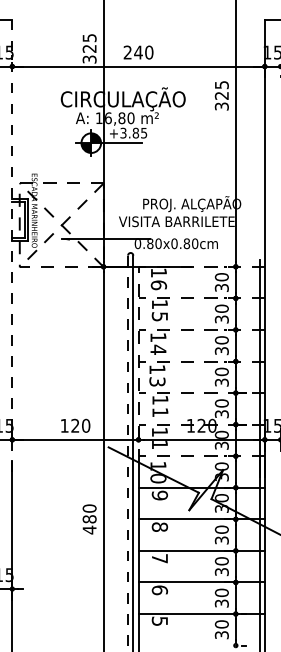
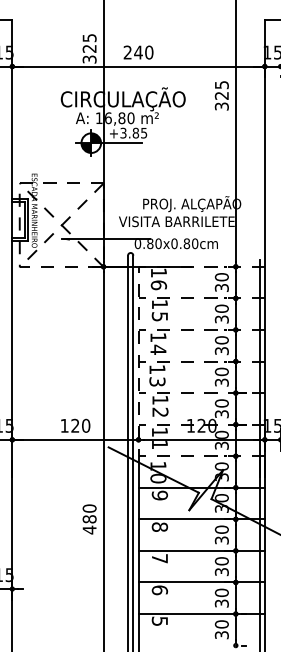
line at (12, 248): dashed -> solid
text at (160, 411): 11 -> 12
line at (128, 453): dashed -> solid
